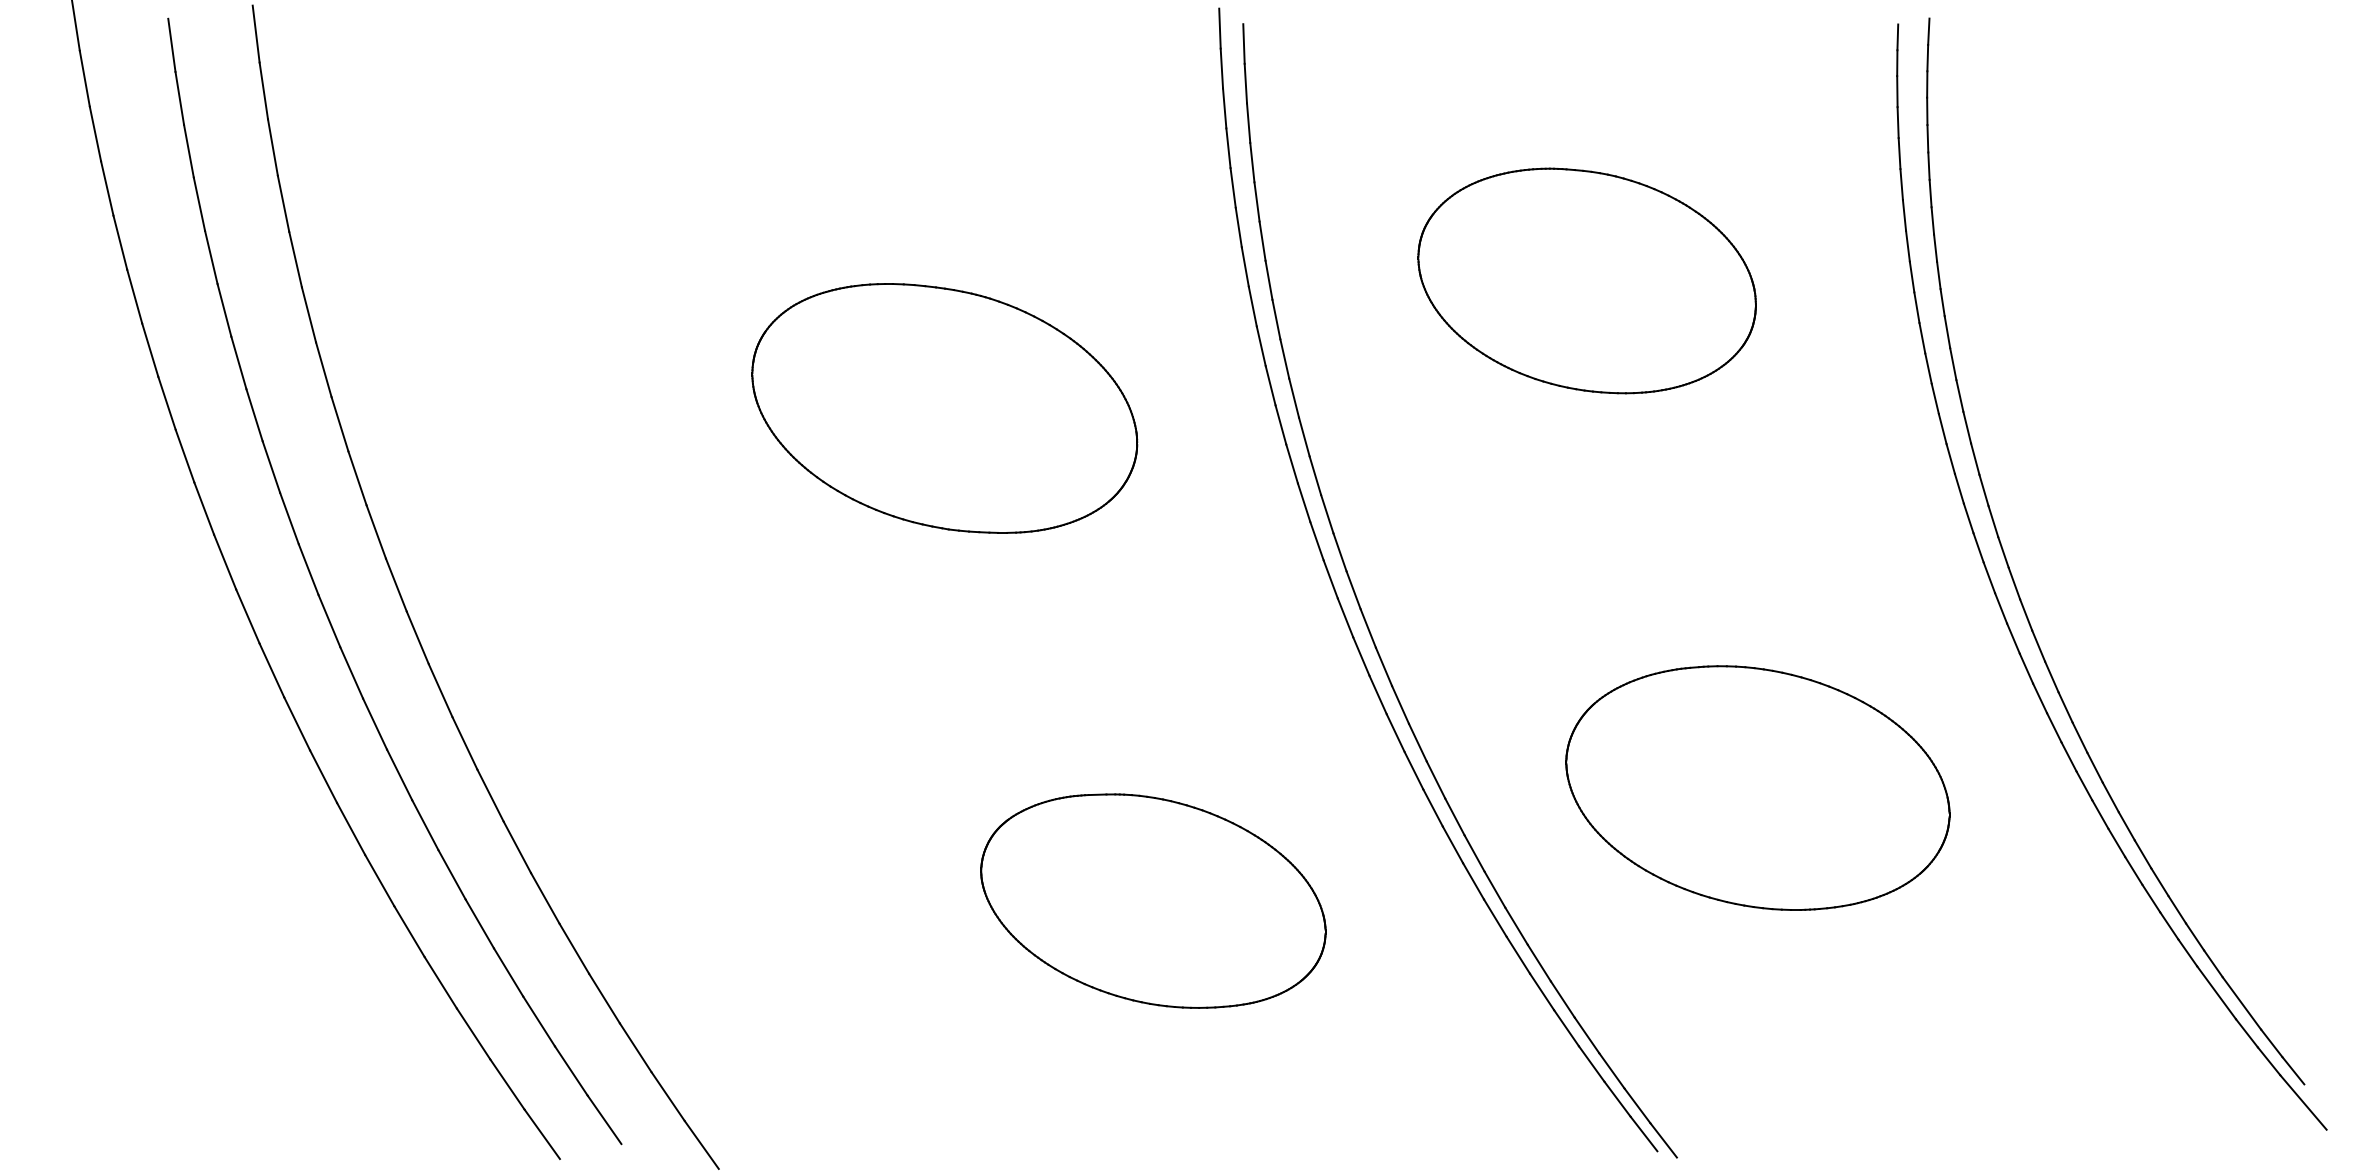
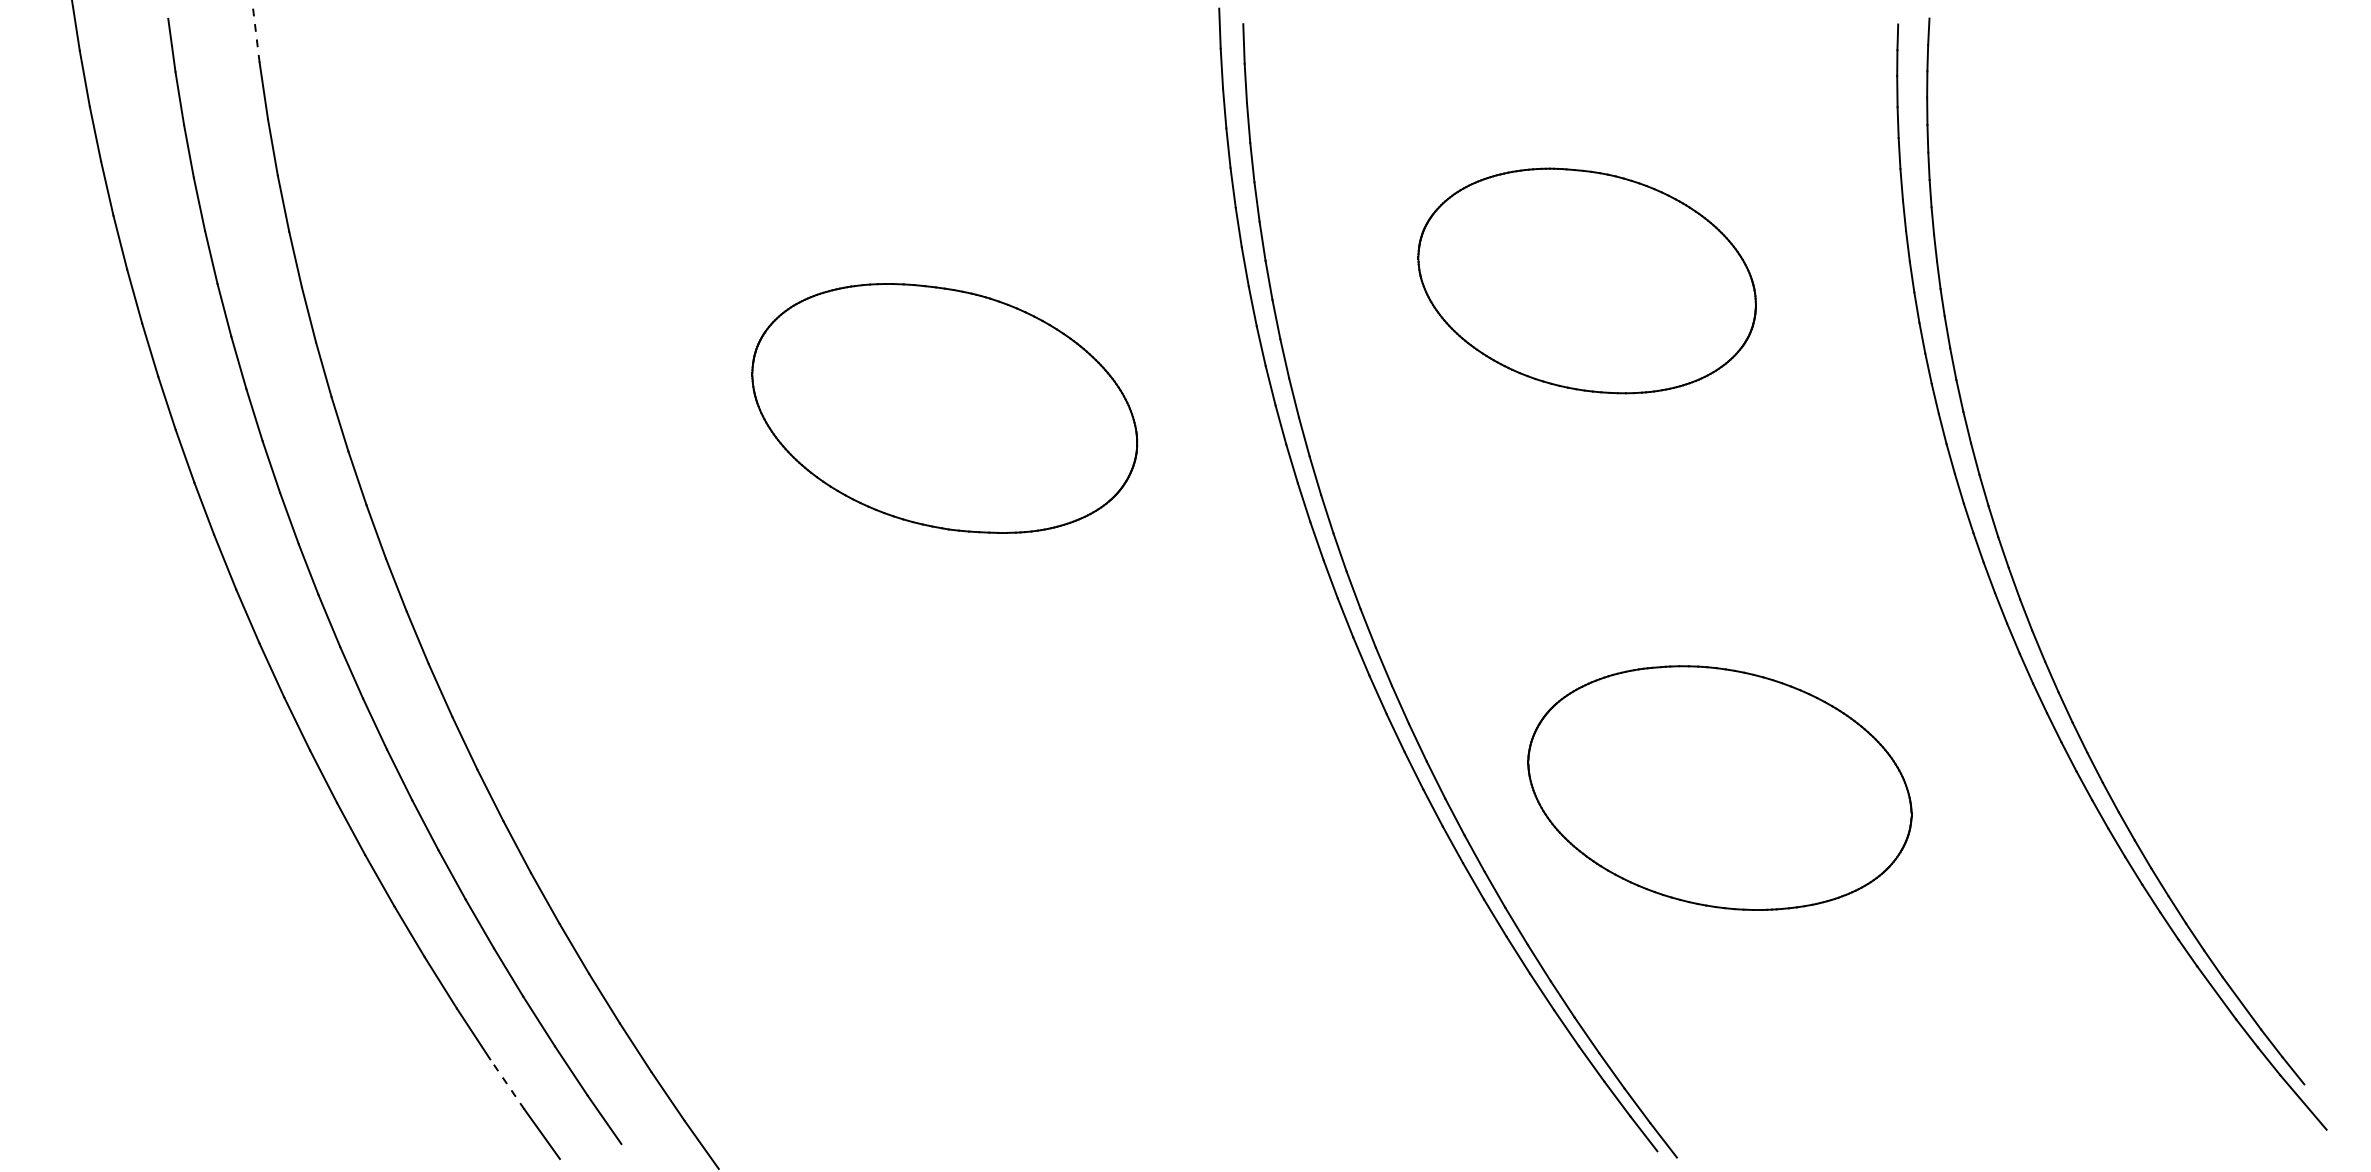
line at (256, 34): solid -> dashed
part at (1757, 787) position: (1757, 787) -> (1719, 787)
part at (1153, 900): present -> none
line at (507, 1084): solid -> dashed
